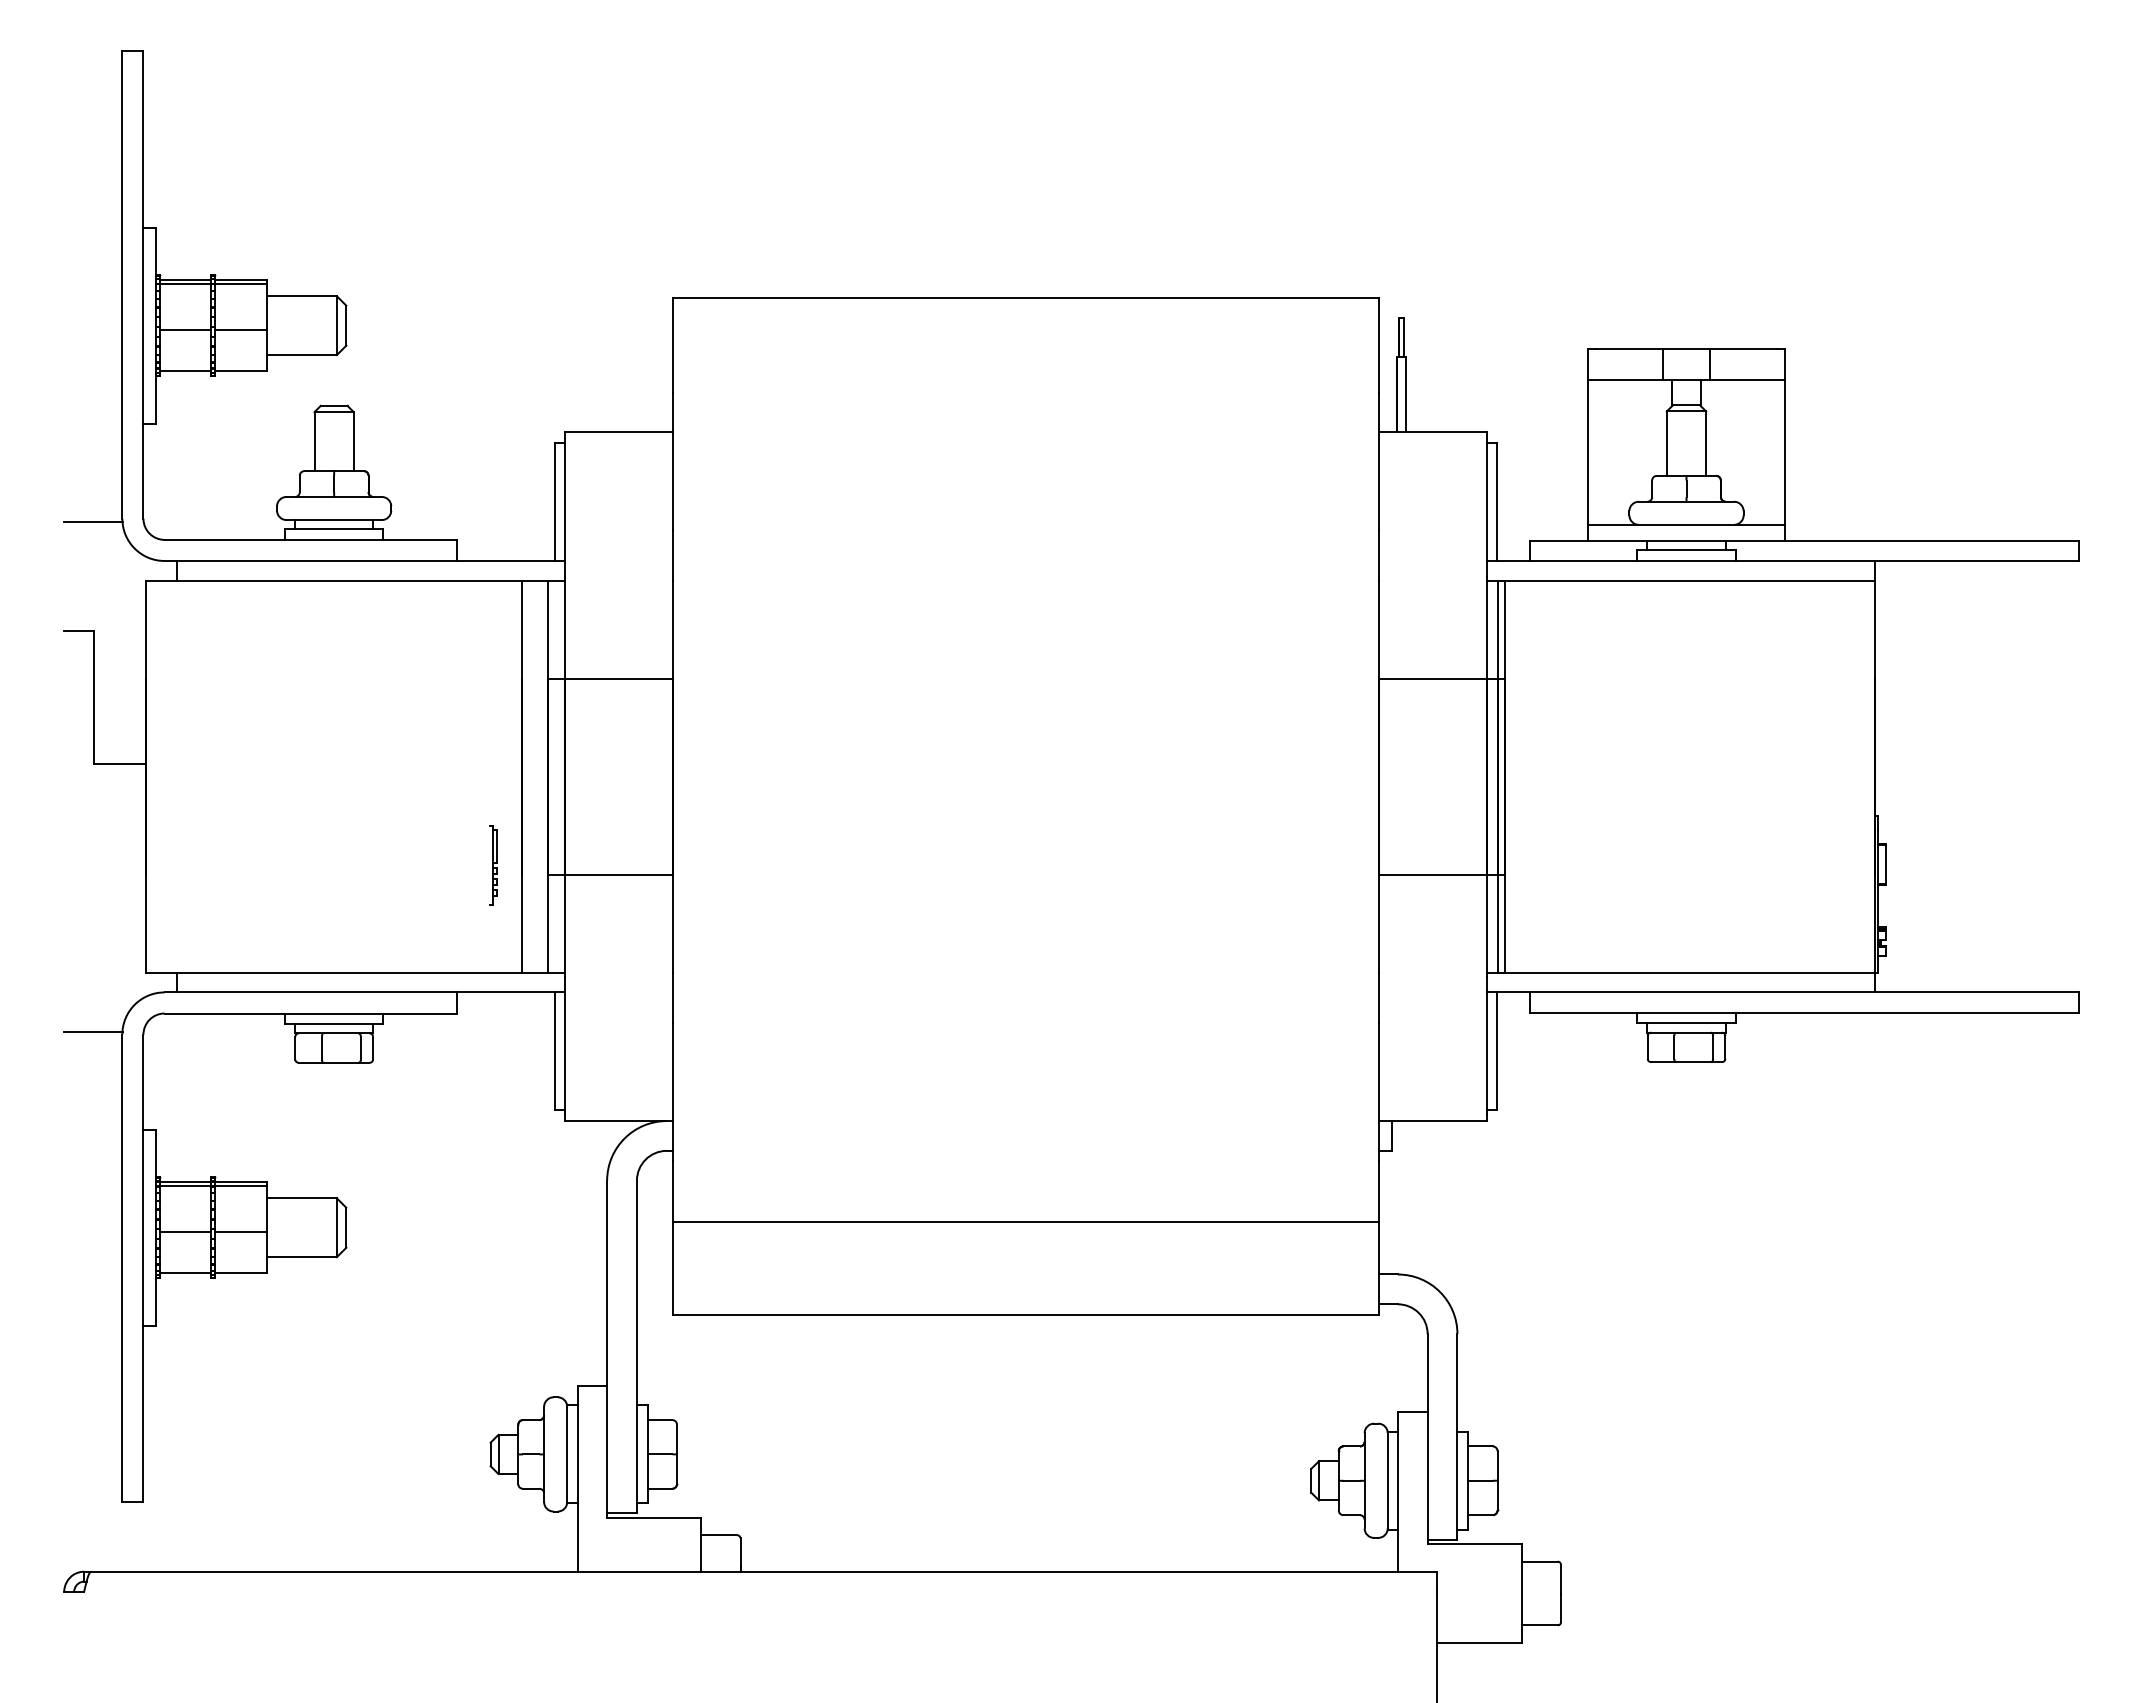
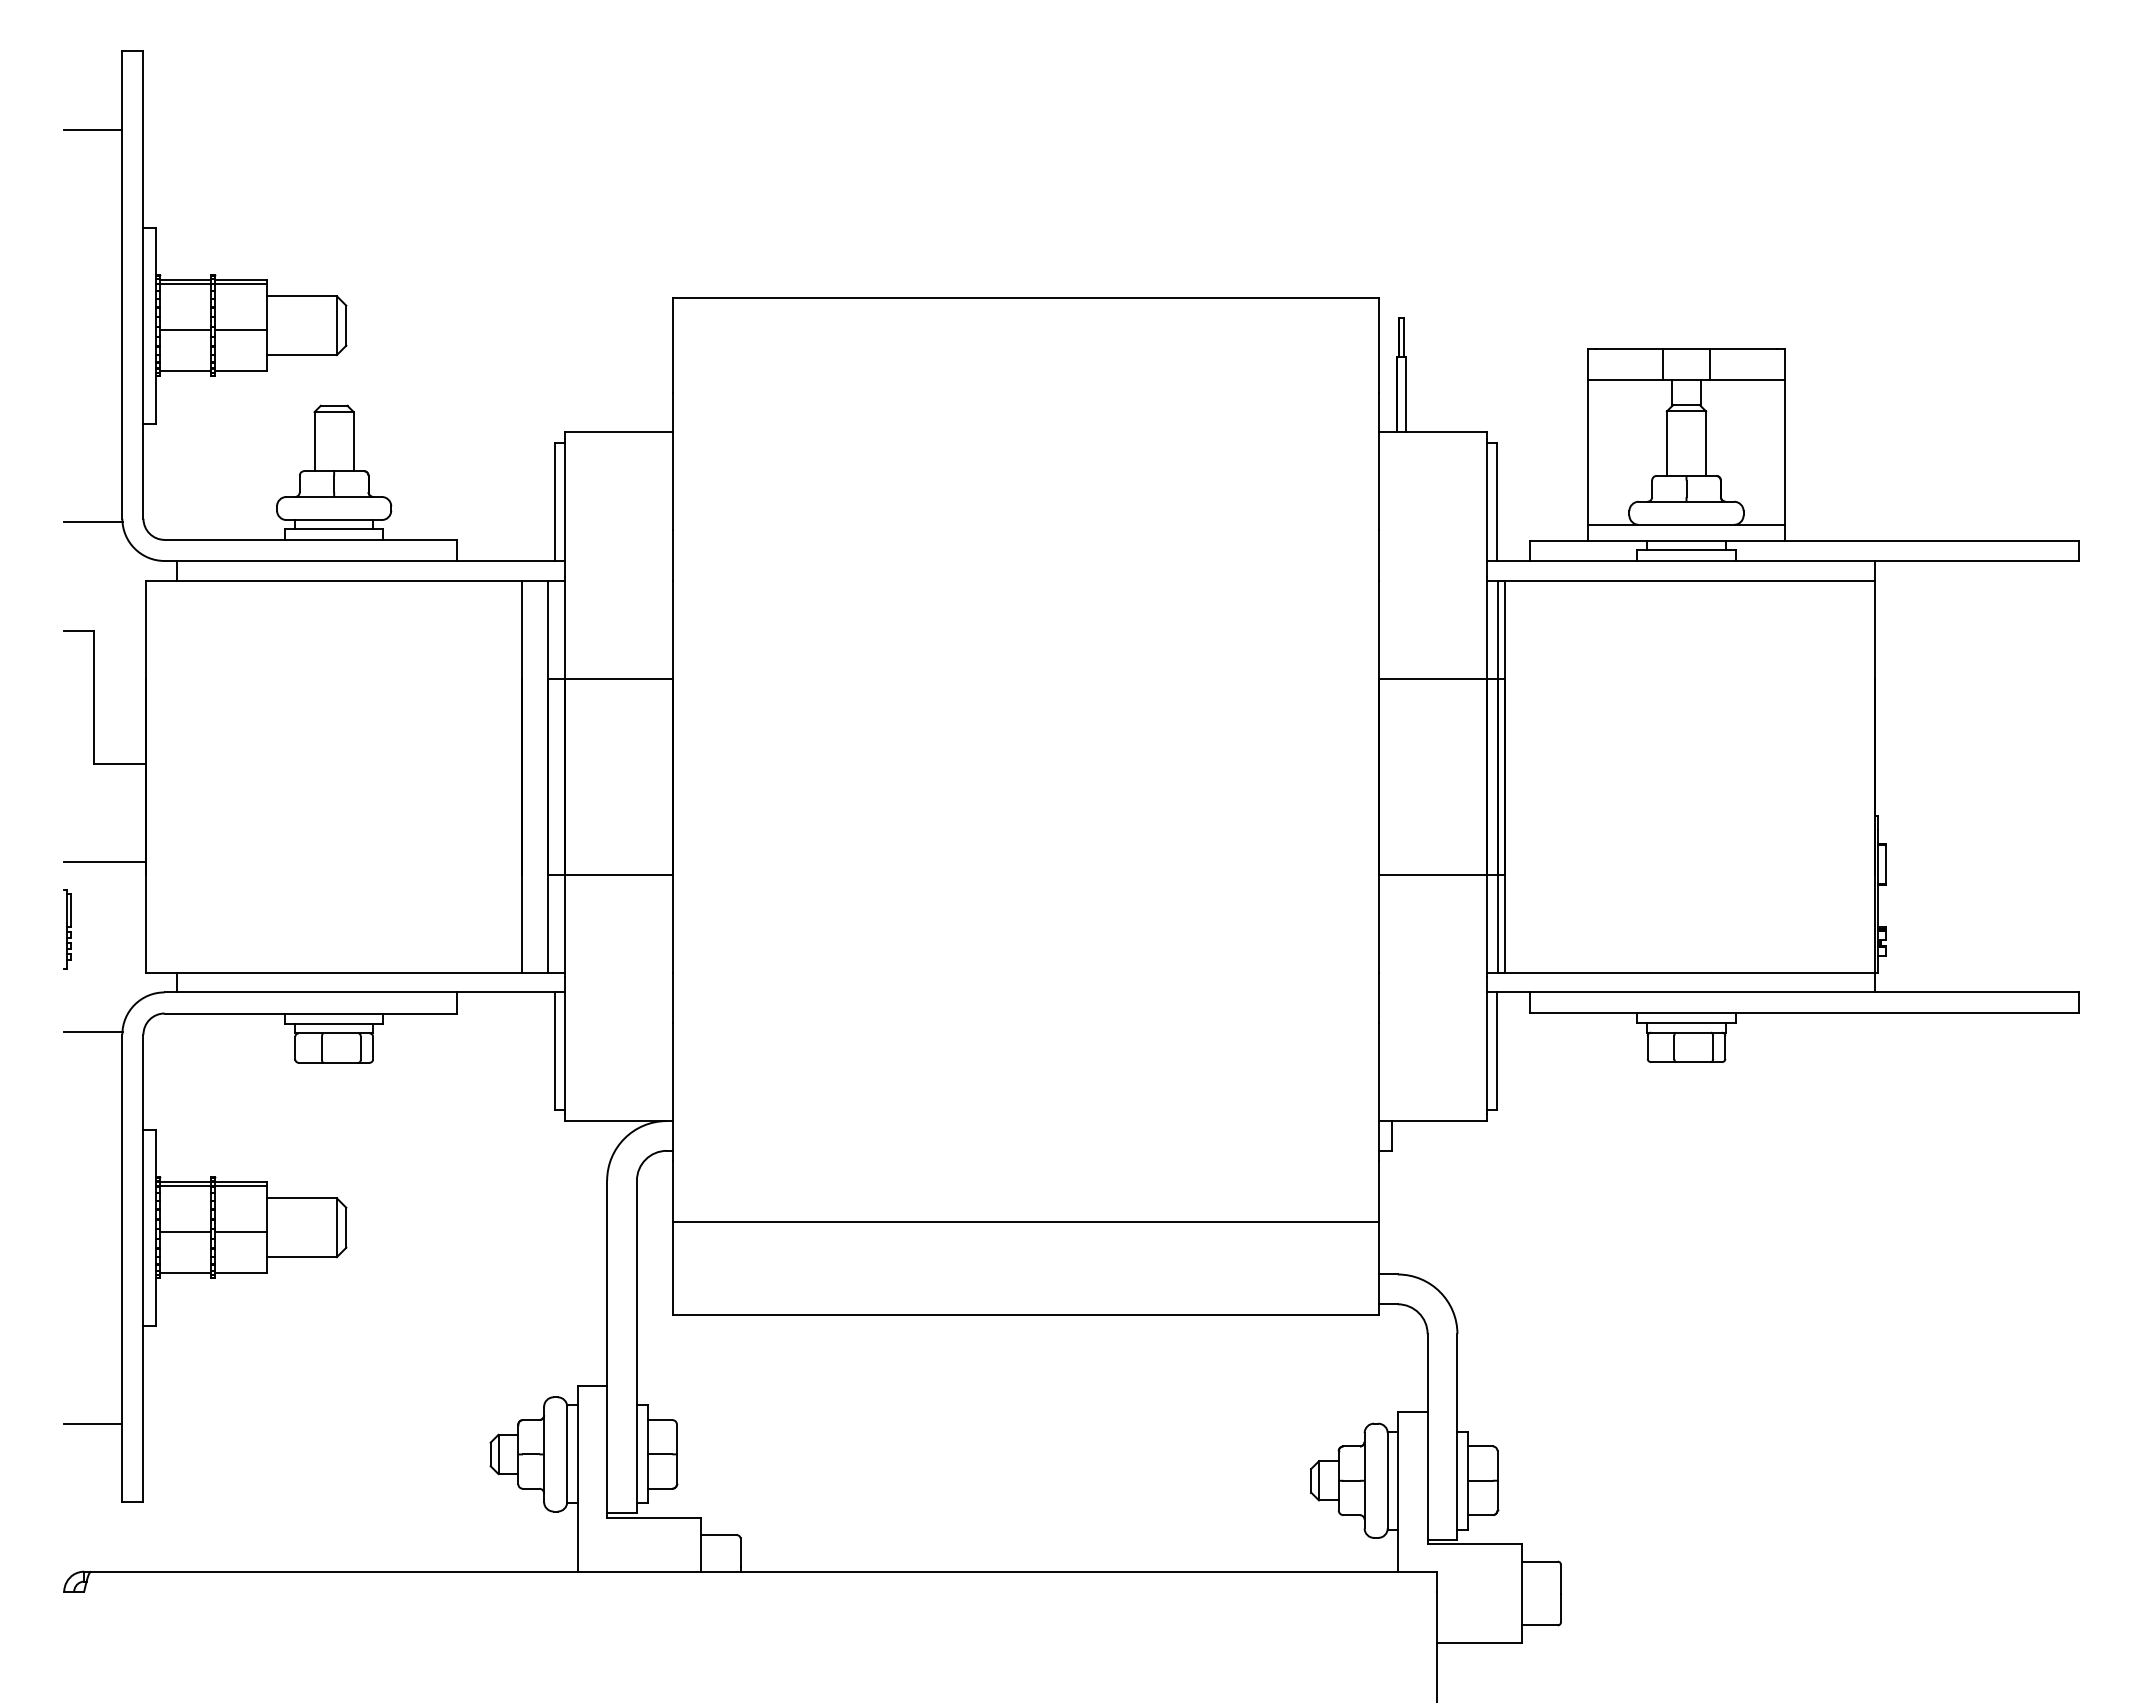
line at (93, 129): none -> present
line at (104, 861): none -> present
part at (493, 865) position: (493, 865) -> (67, 929)
line at (93, 1423): none -> present
